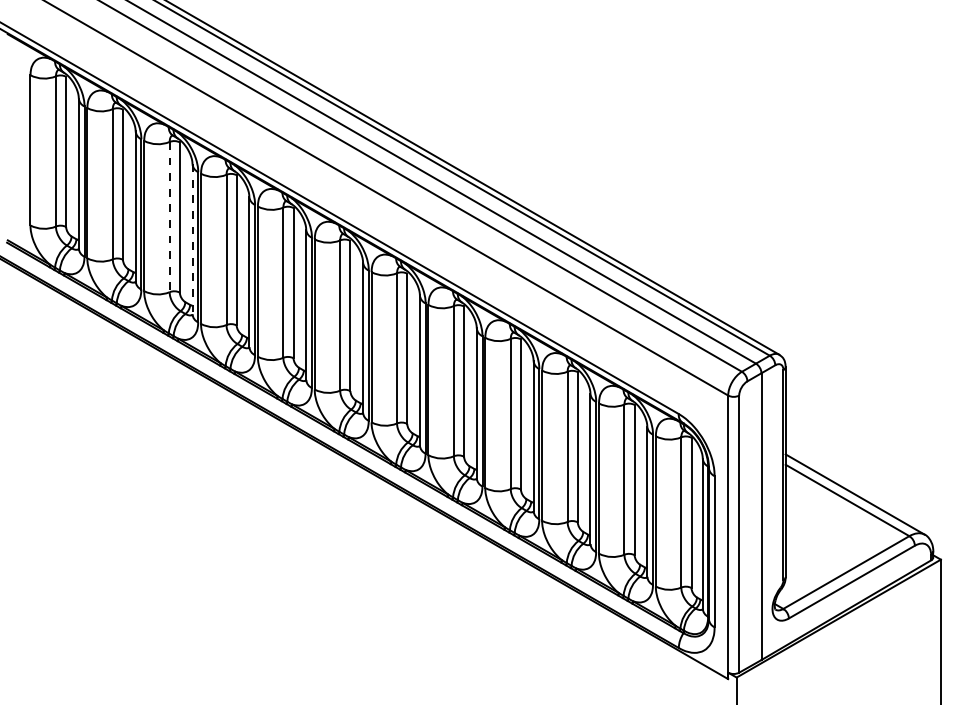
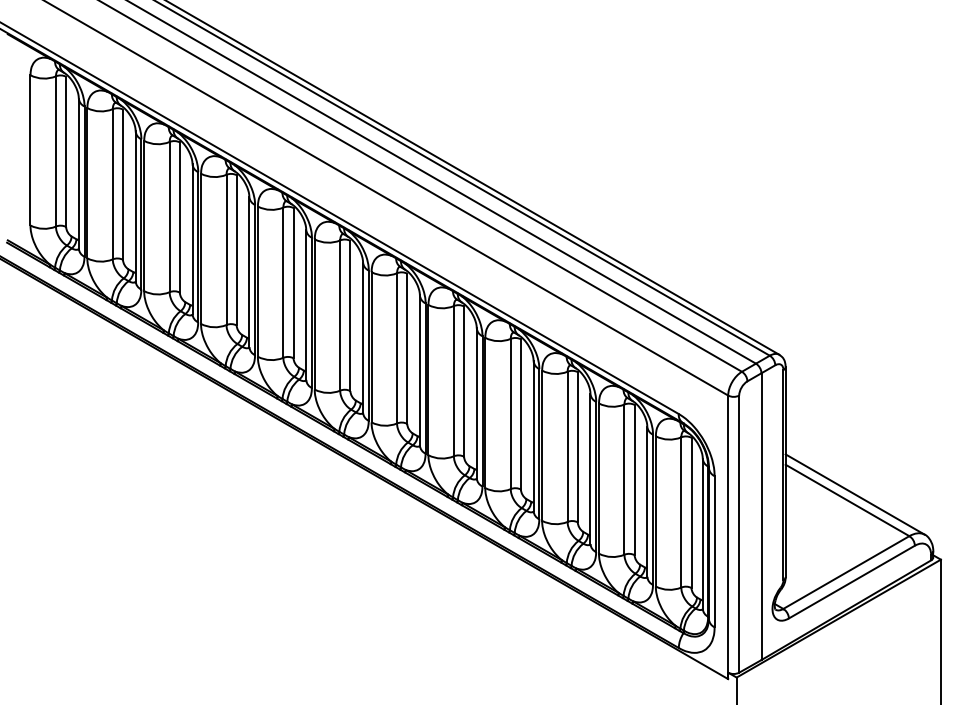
line at (169, 217): dashed -> solid
line at (192, 239): dashed -> solid
